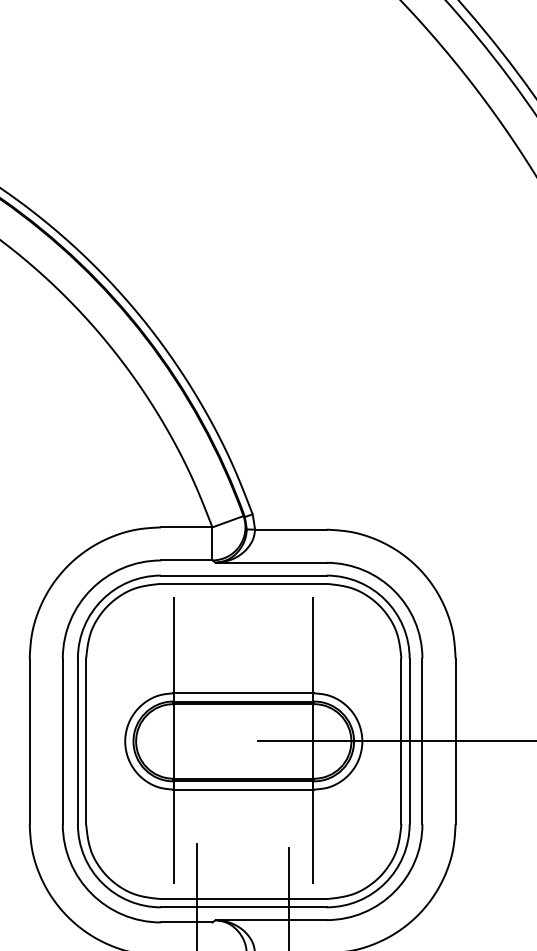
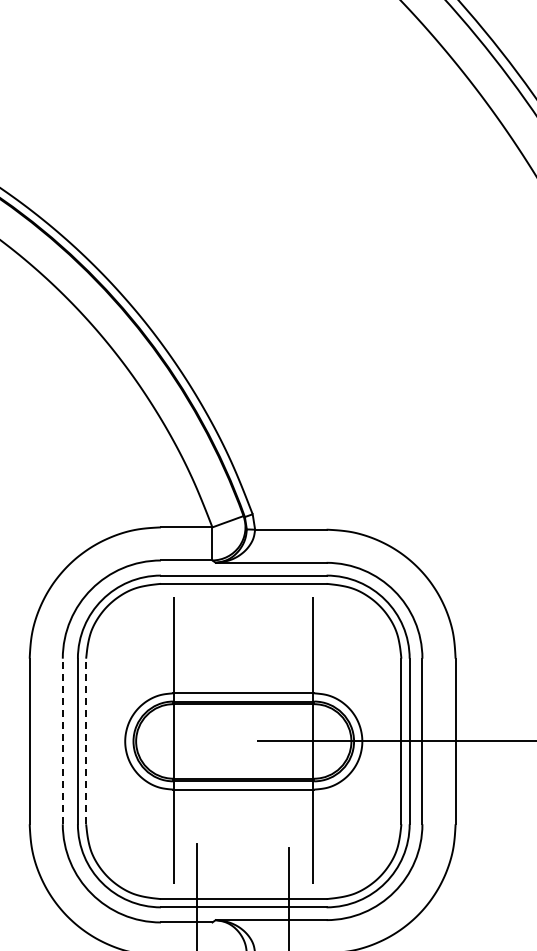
line at (62, 741): solid -> dashed
line at (86, 741): solid -> dashed
